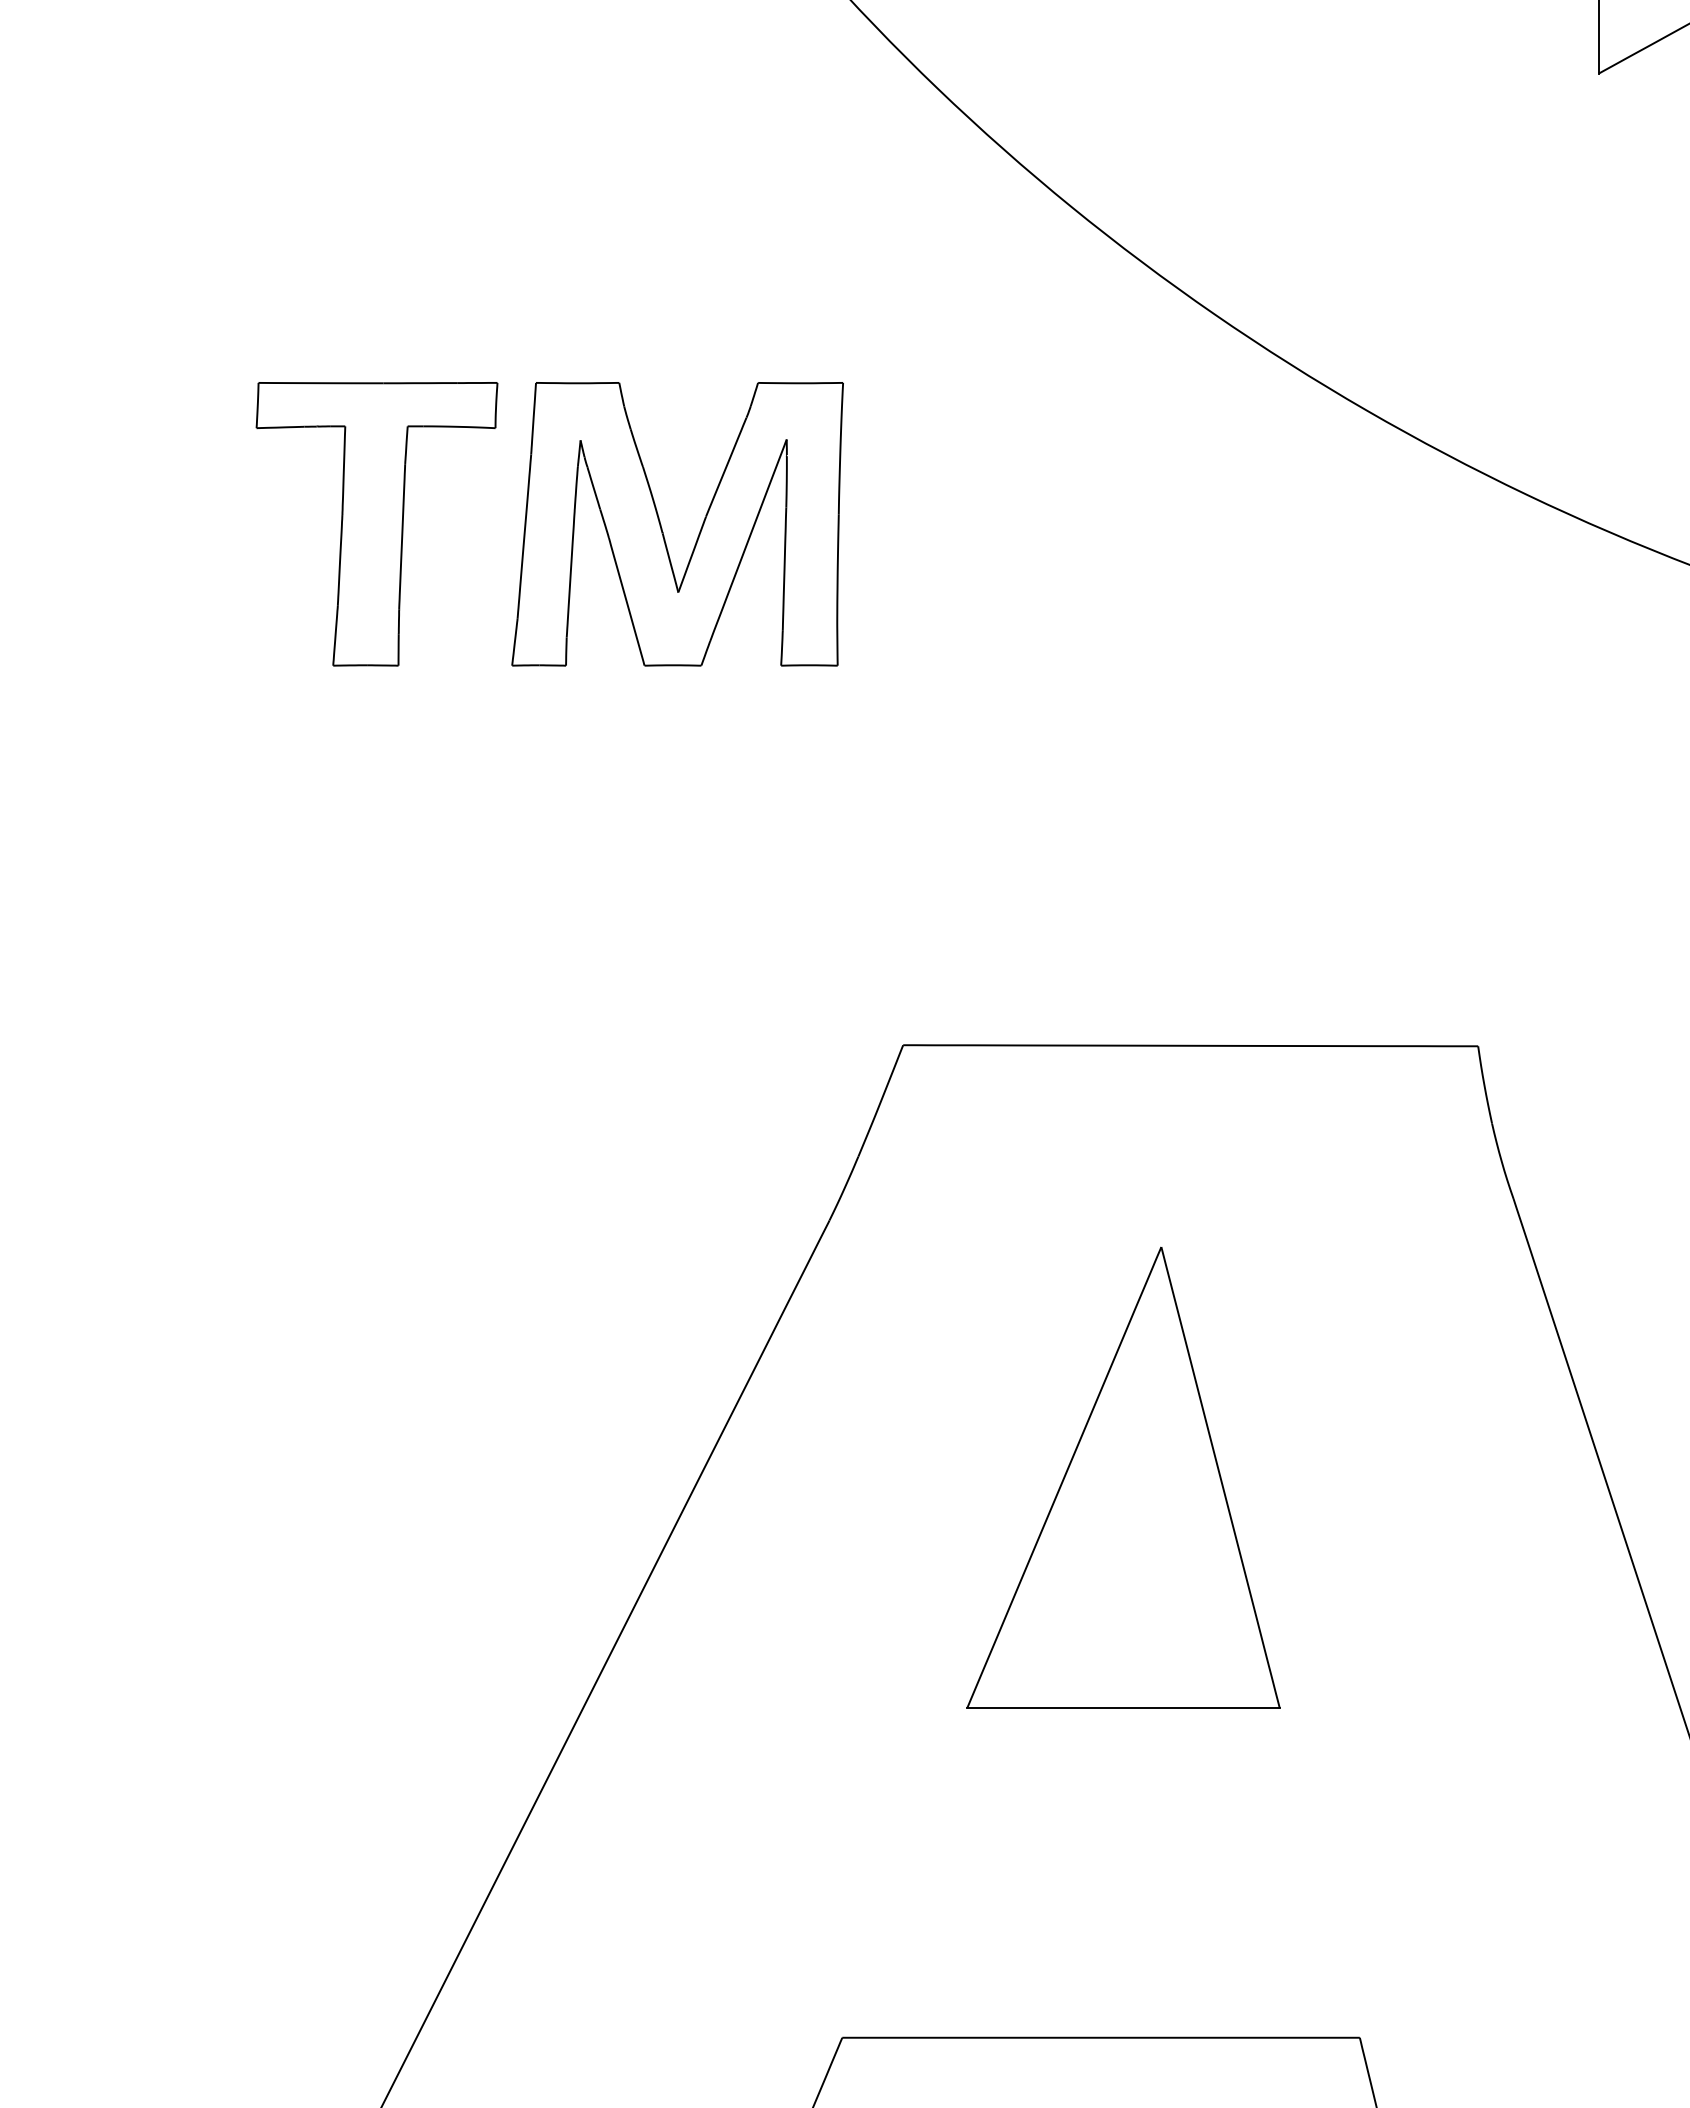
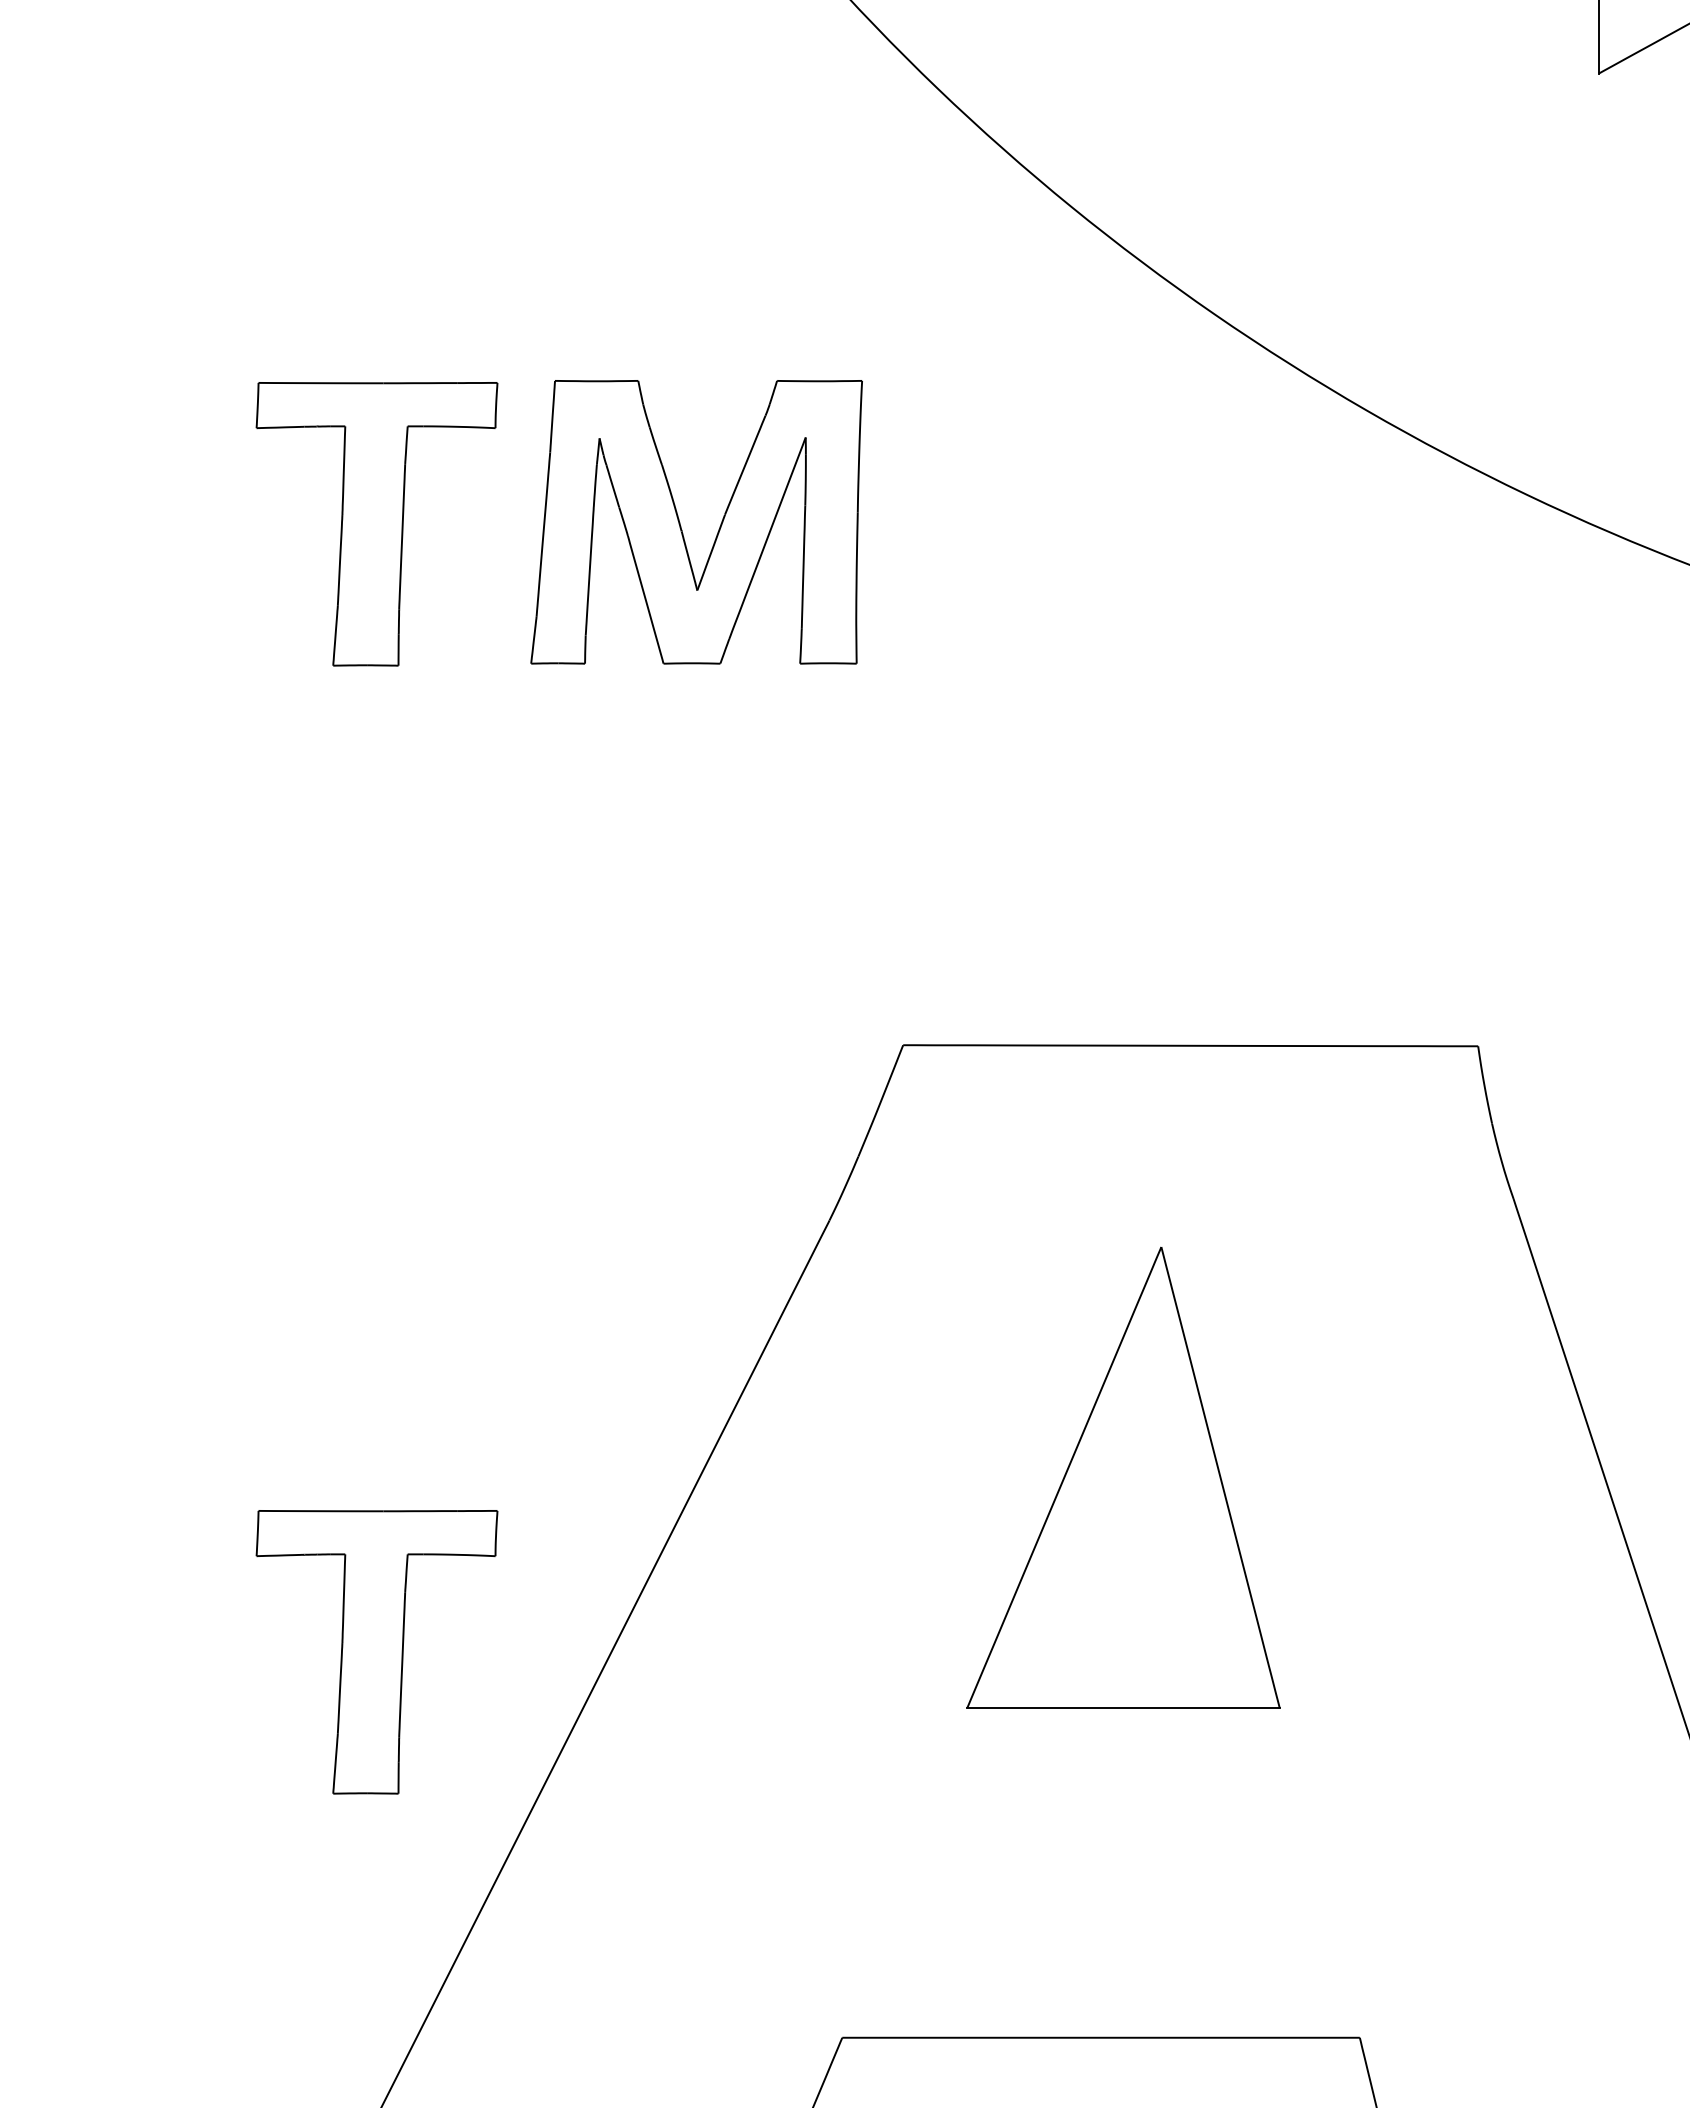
part at (662, 528) position: (662, 528) -> (681, 526)
part at (376, 1652): none -> present
